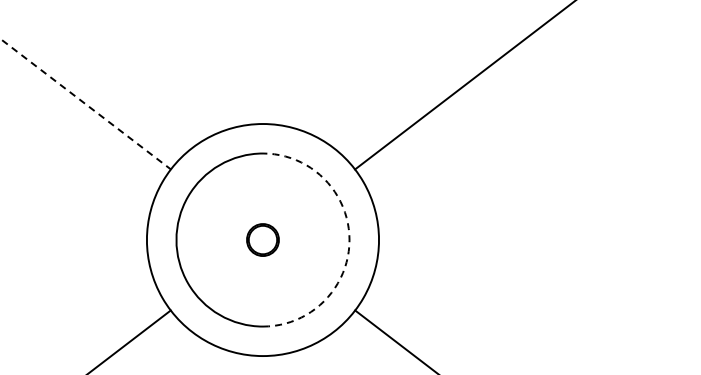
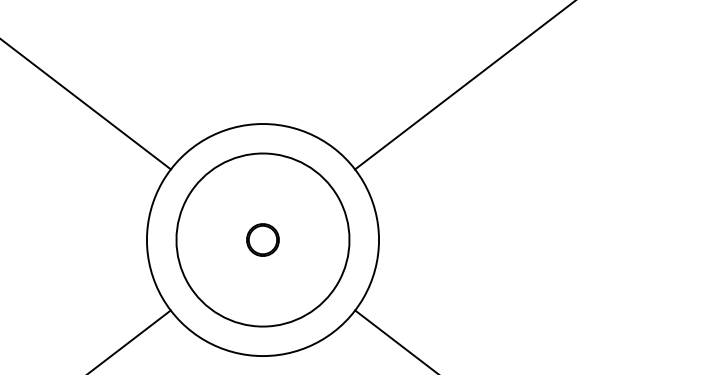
line at (86, 104): dashed -> solid
arc at (349, 240): dashed -> solid
